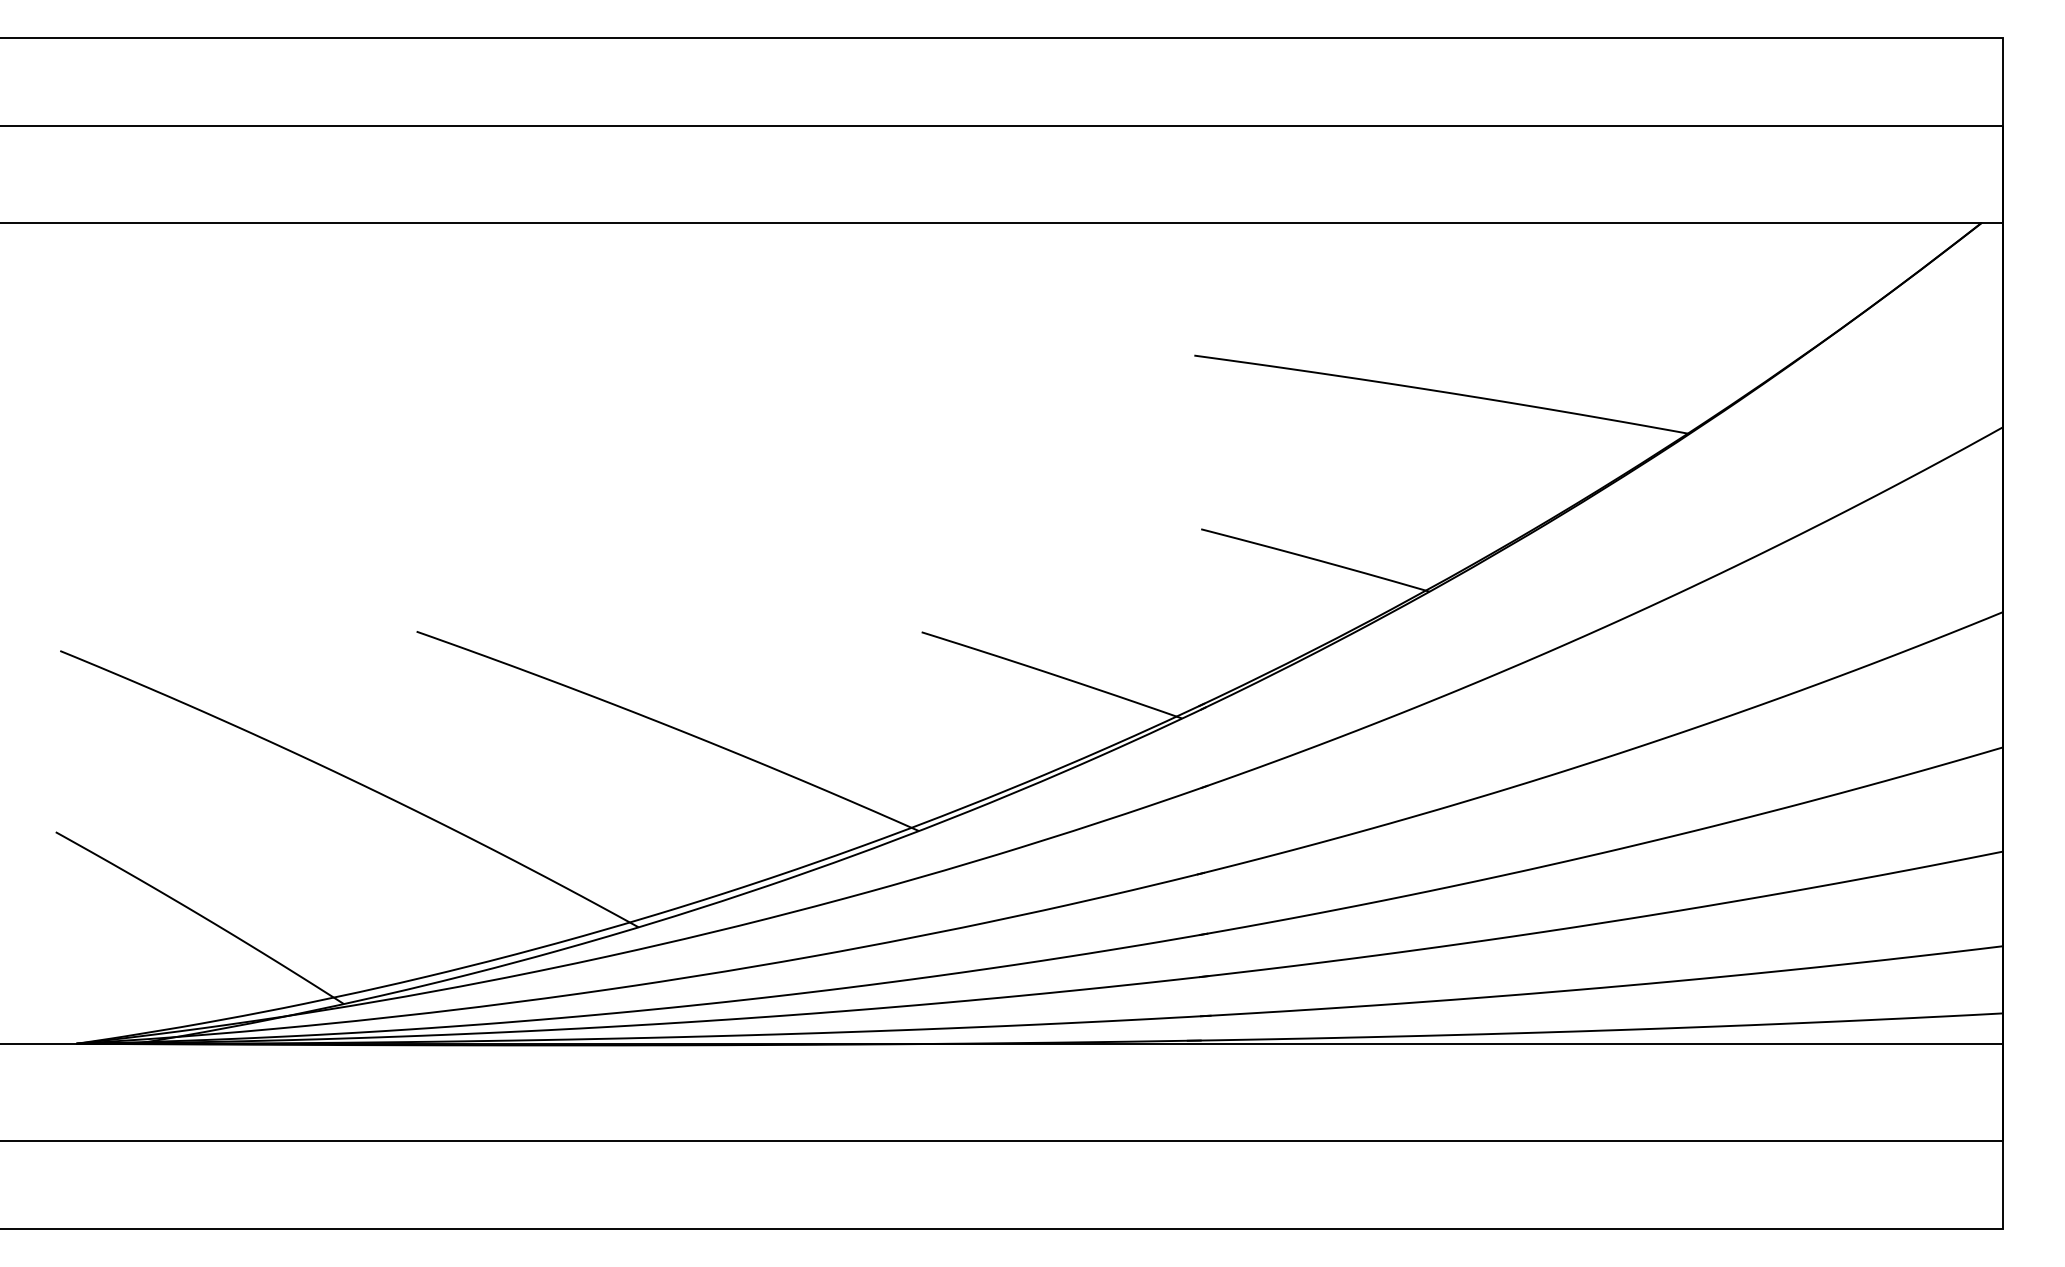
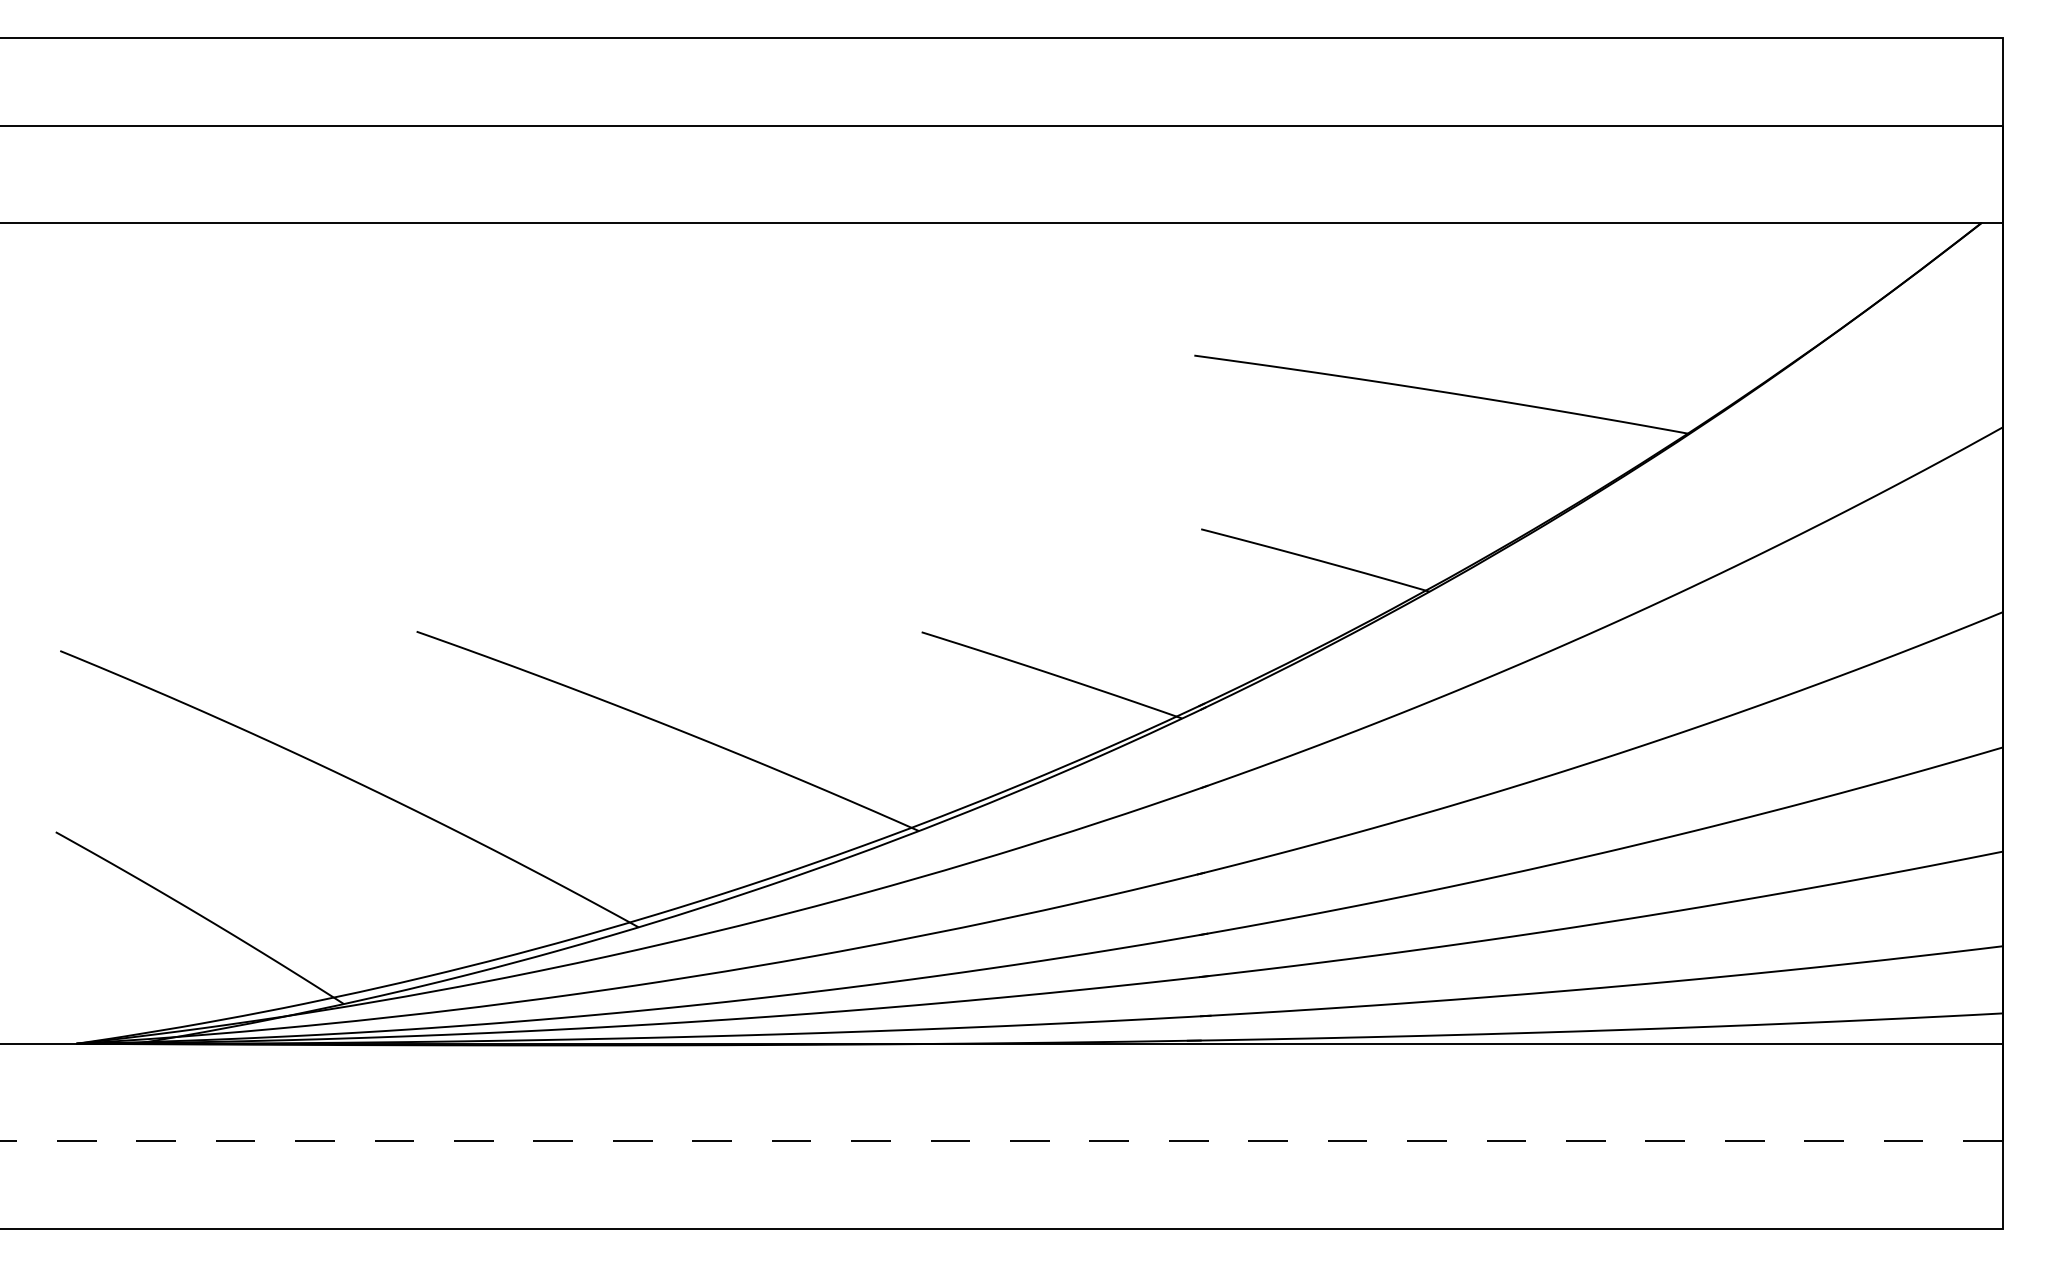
line at (1001, 1141): solid -> dashed
